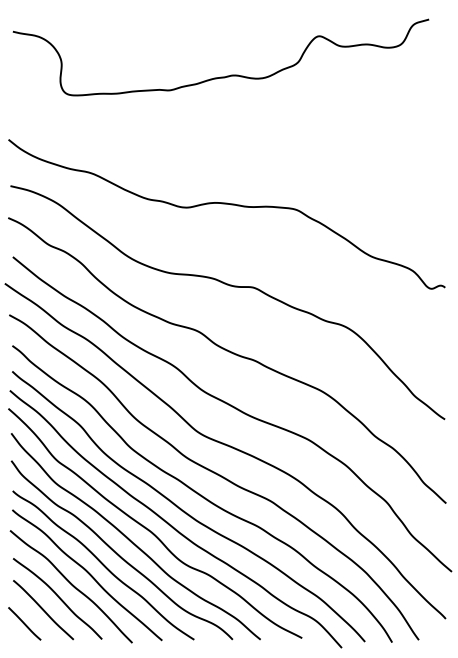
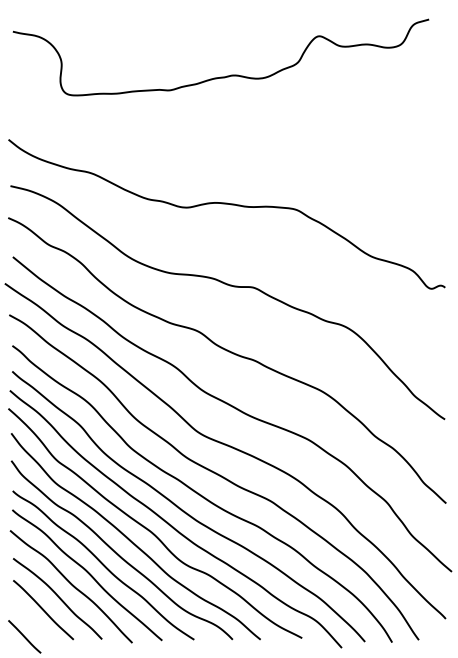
line at (24, 623) position: (24, 623) -> (24, 636)
